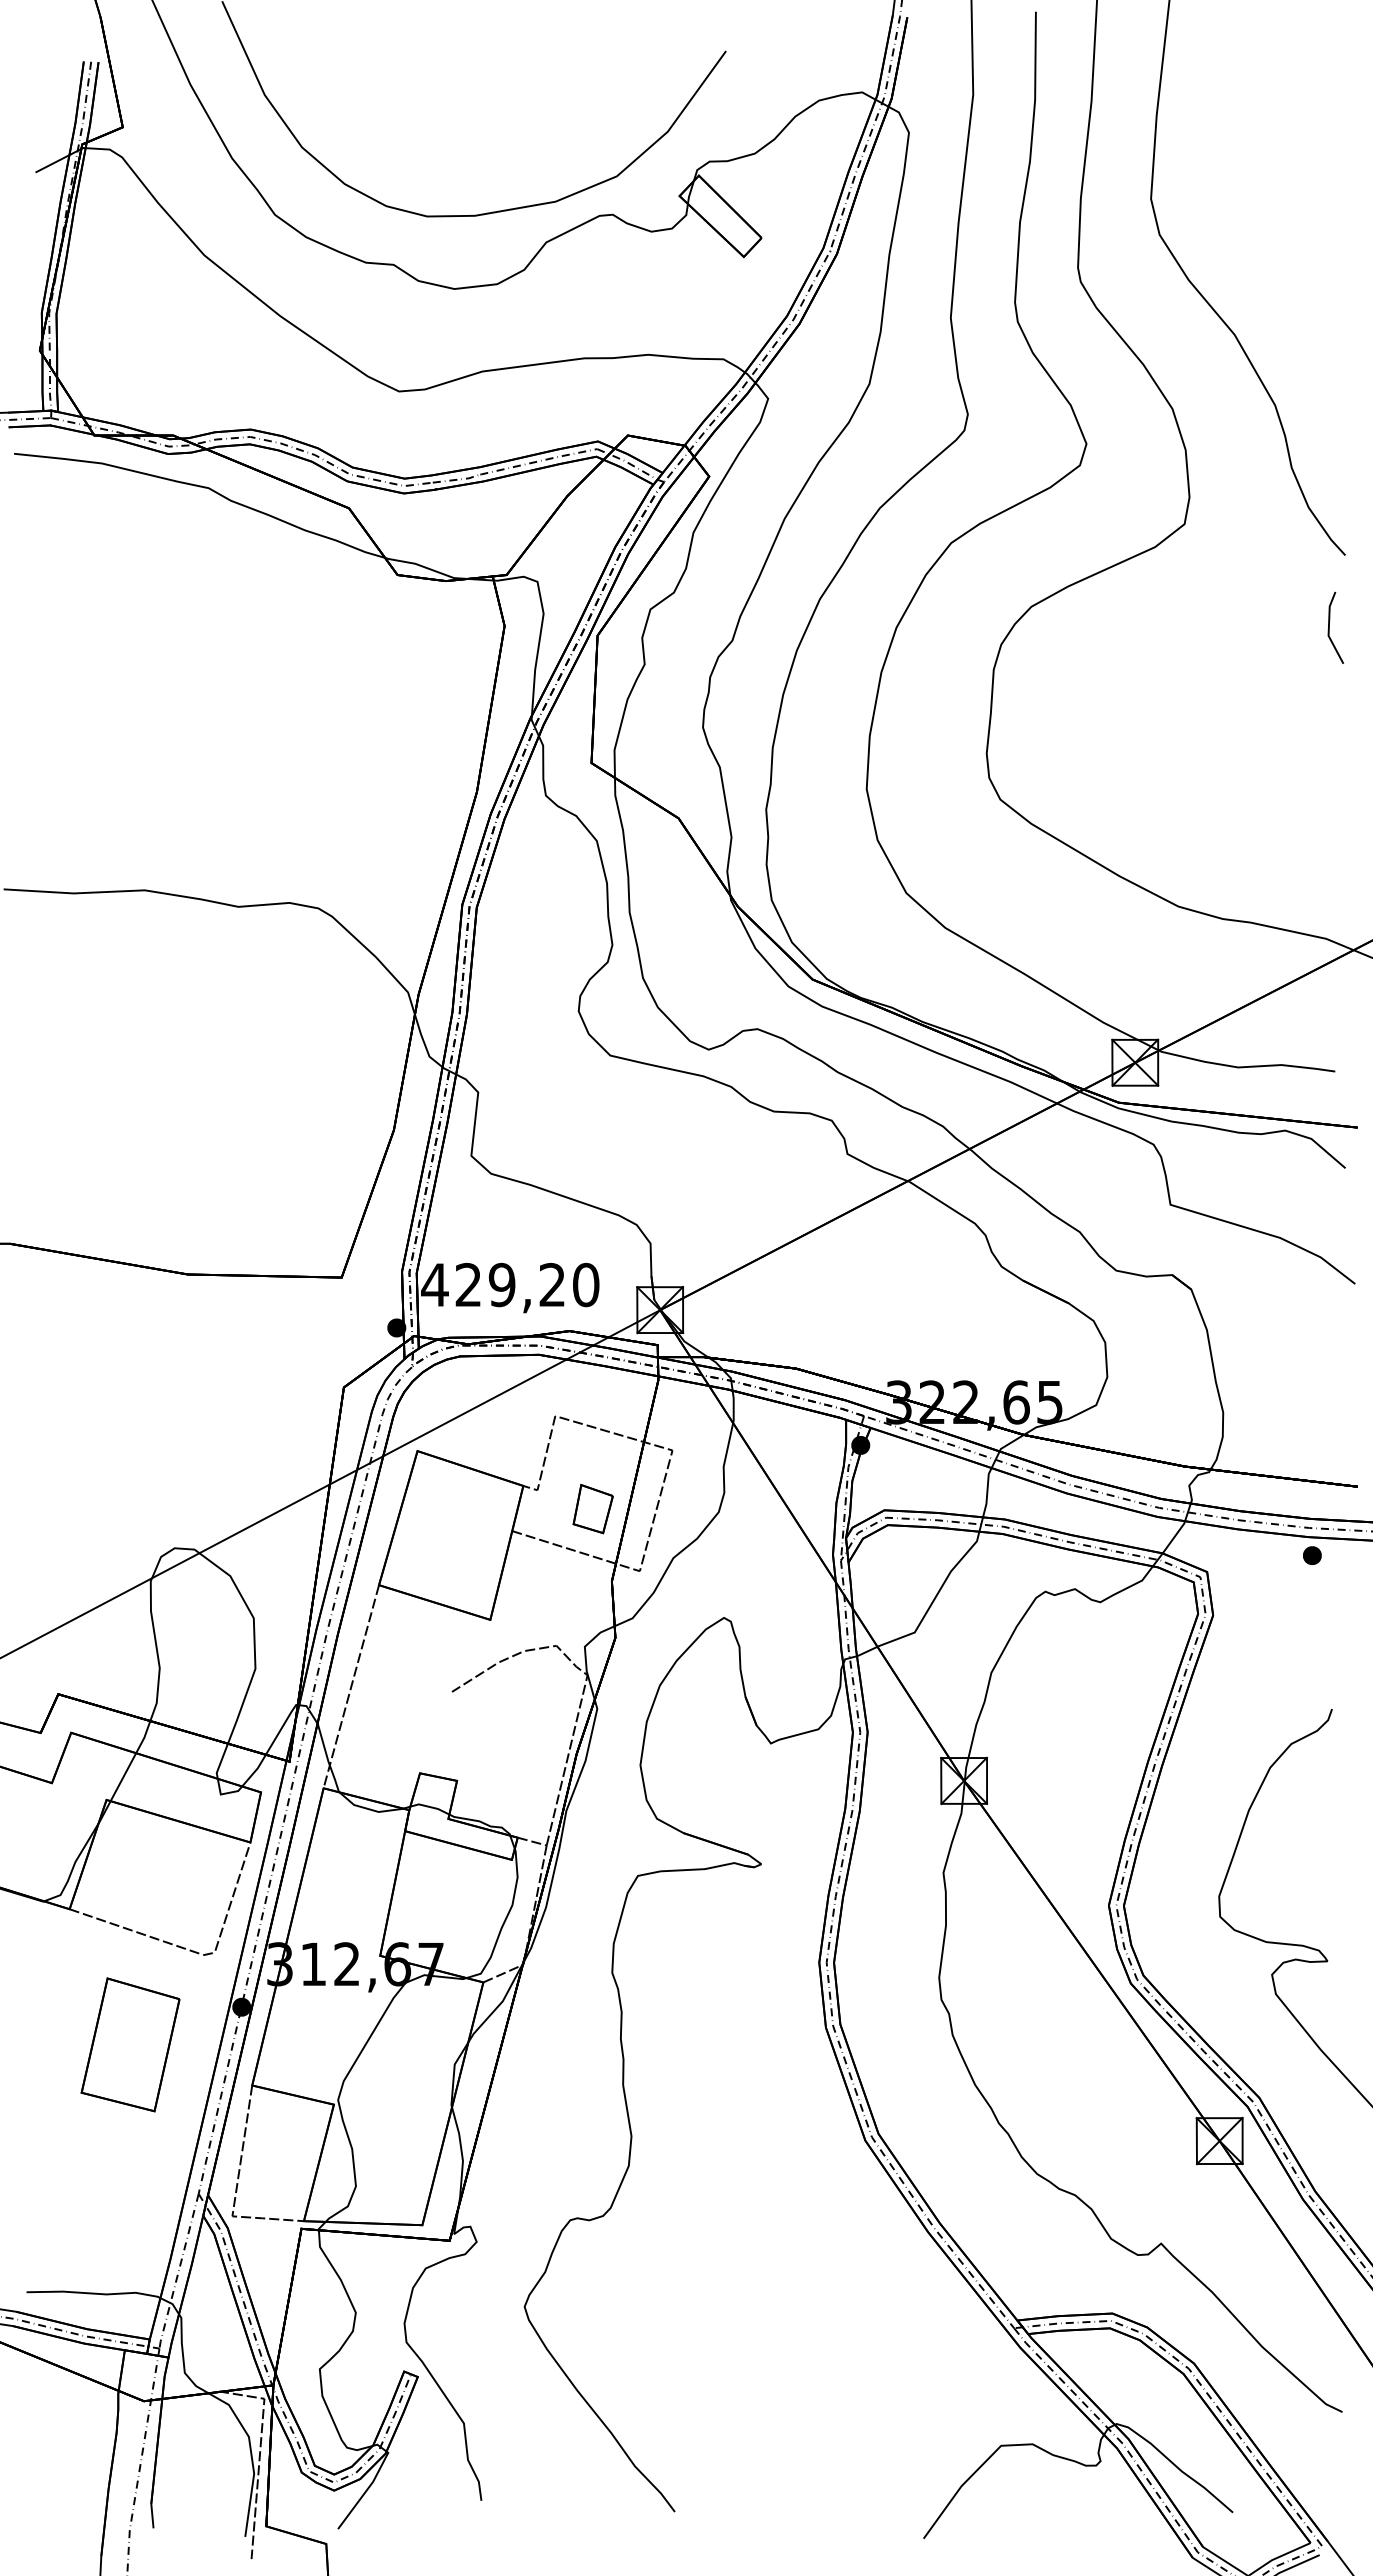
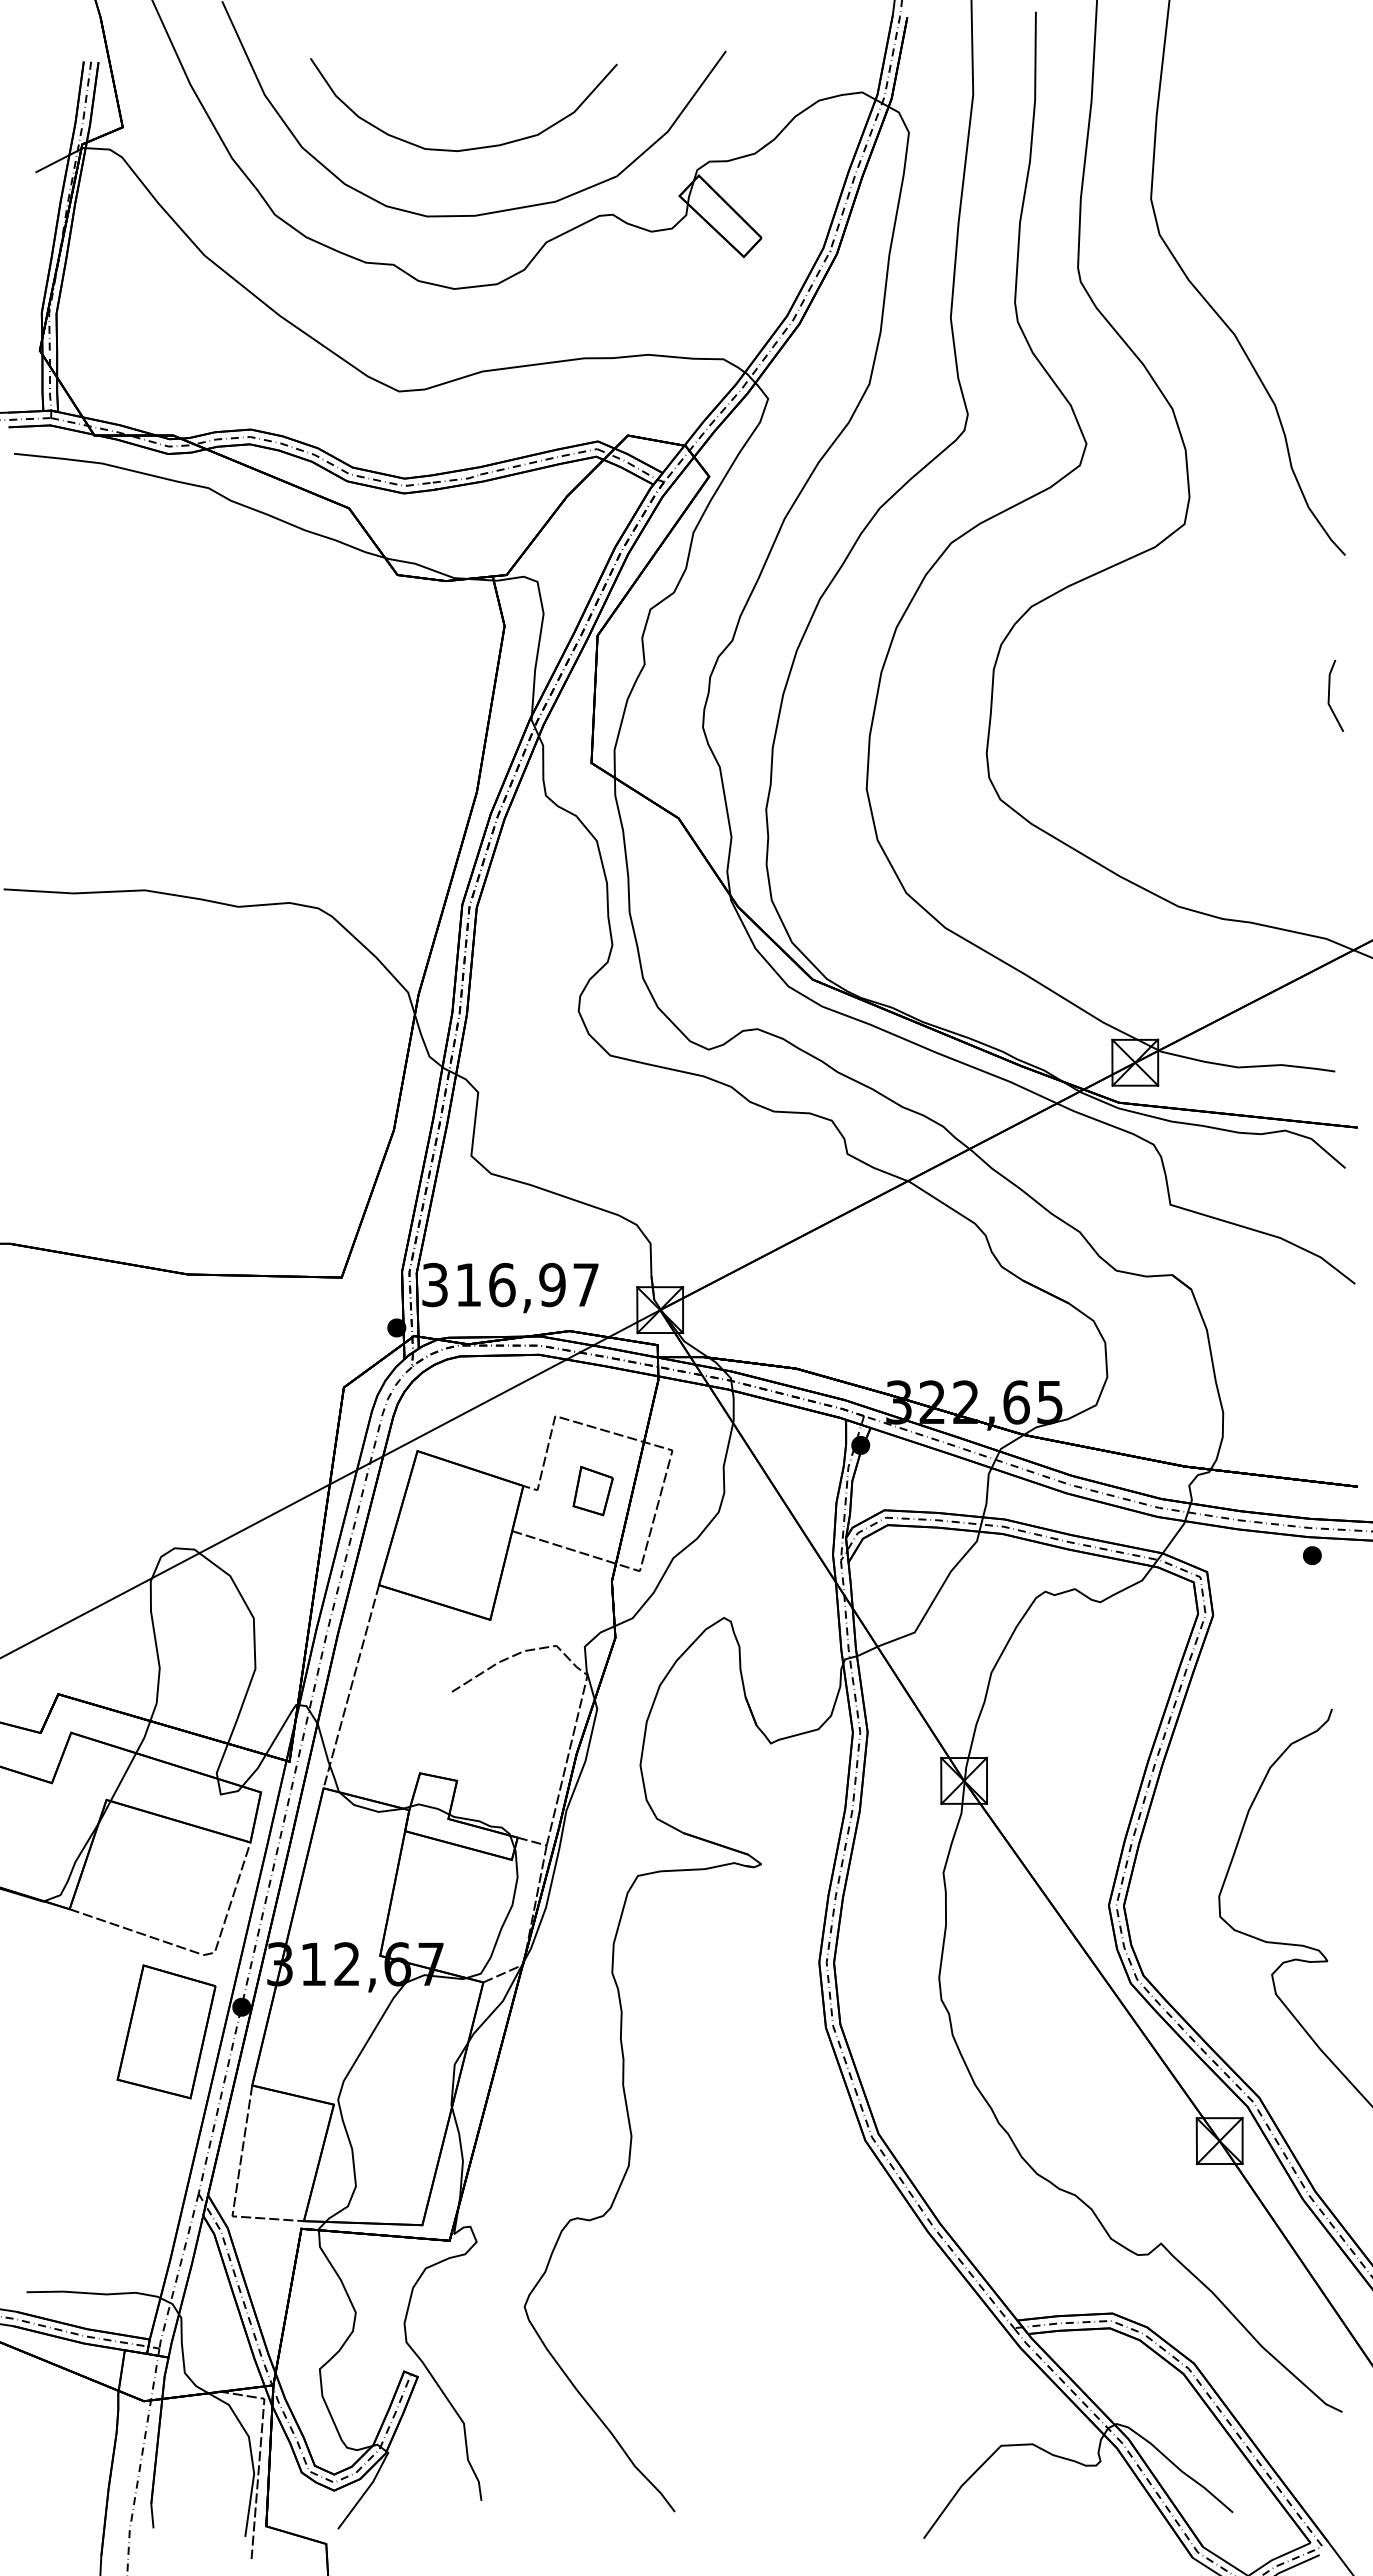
curve at (467, 148): none -> present
line at (1329, 627) position: (1329, 627) -> (1329, 695)
text at (510, 1284): 429,20 -> 316,97
part at (592, 1508) position: (592, 1508) -> (592, 1490)
part at (130, 2044) position: (130, 2044) -> (166, 2031)
